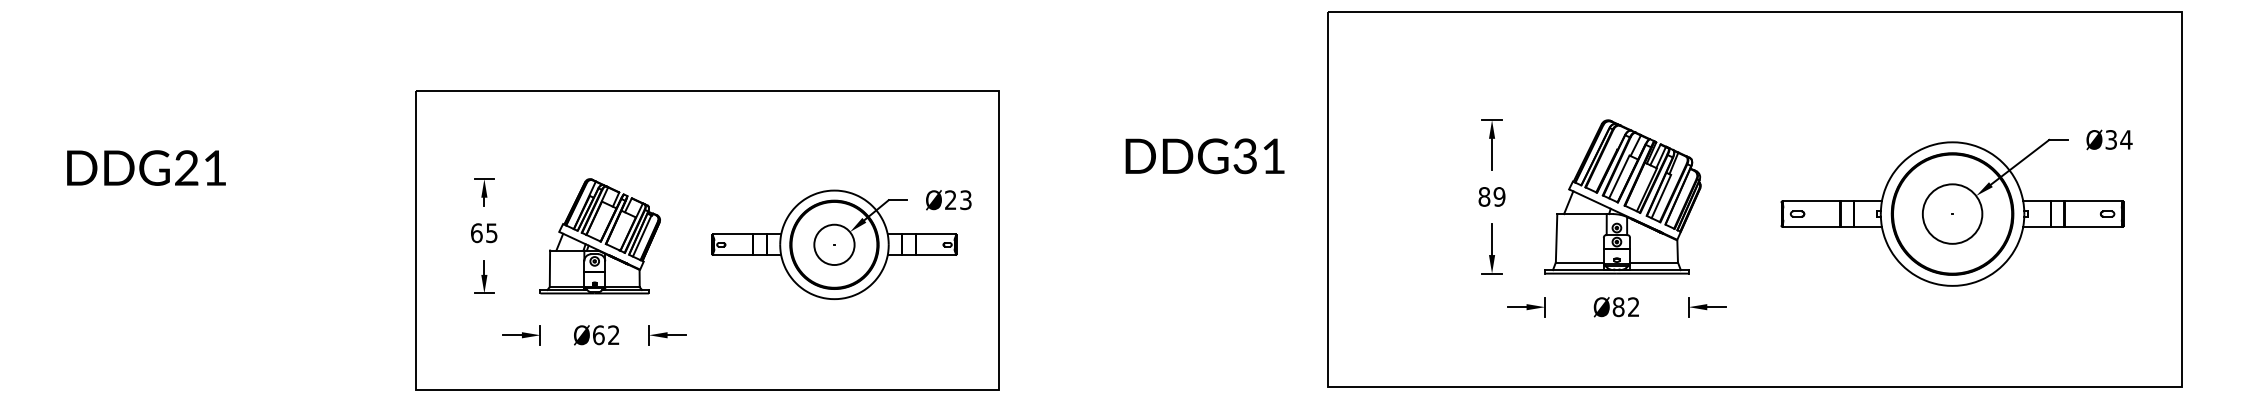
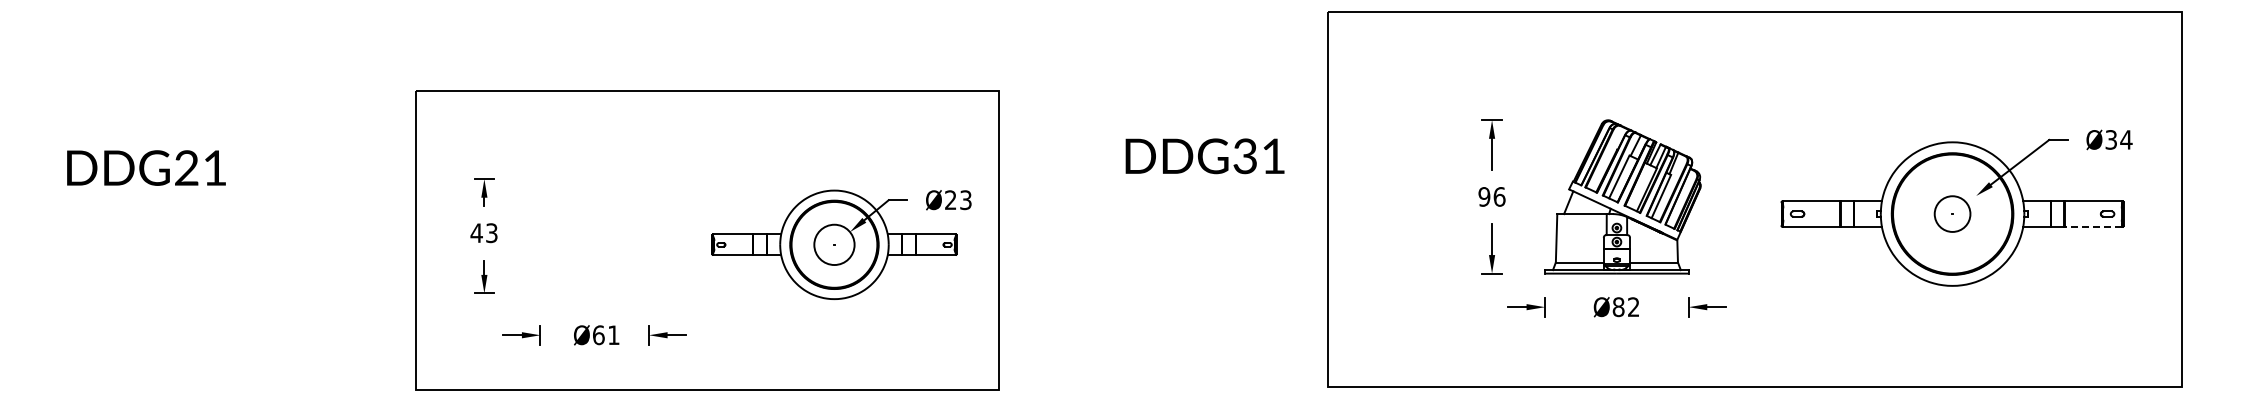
text at (1491, 196): 89 -> 96
circle at (1952, 213) diameter: 60 px -> 36 px
line at (2093, 227): solid -> dashed
text at (483, 233): 65 -> 43
part at (599, 236): present -> none
text at (613, 334): Ø62 -> Ø61
